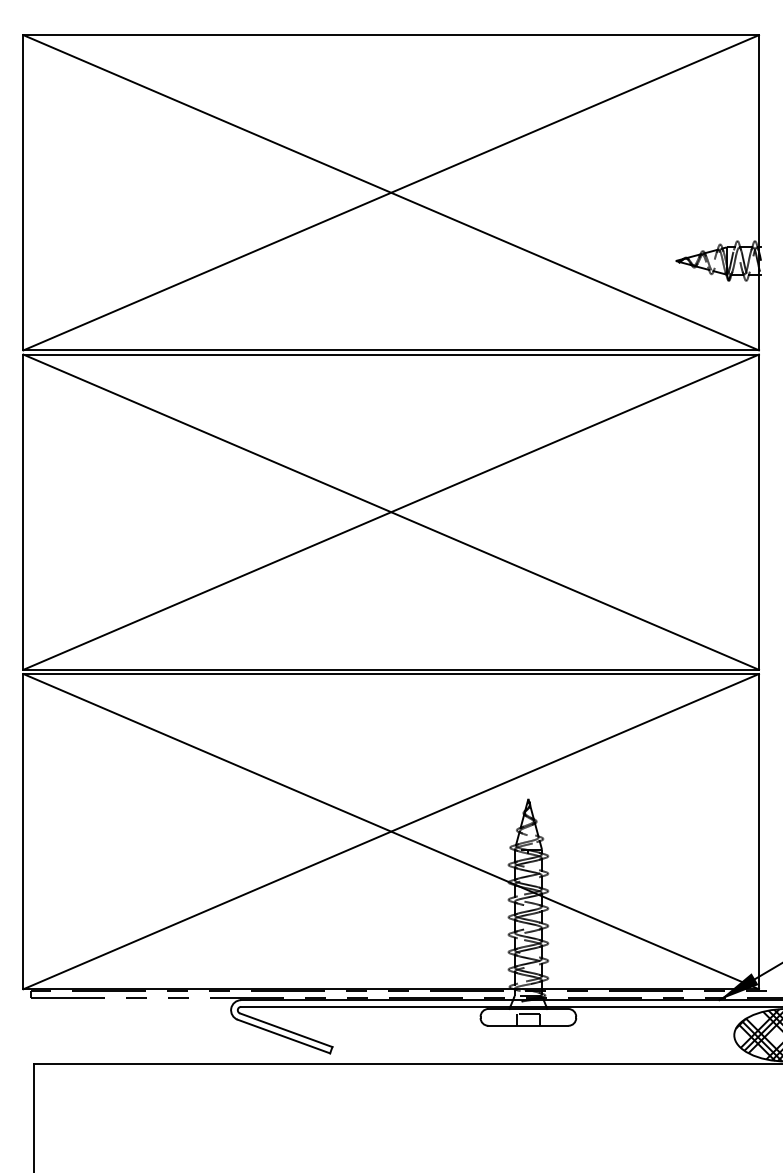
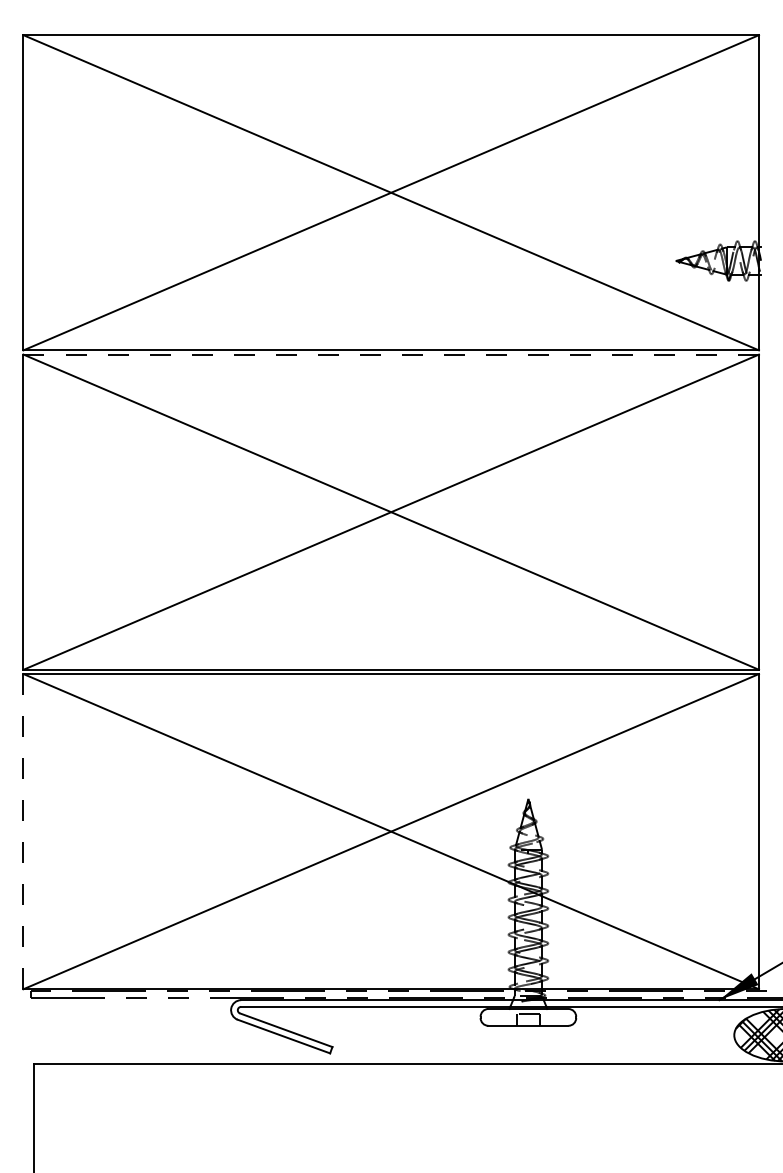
line at (391, 354): solid -> dashed
line at (23, 831): solid -> dashed
